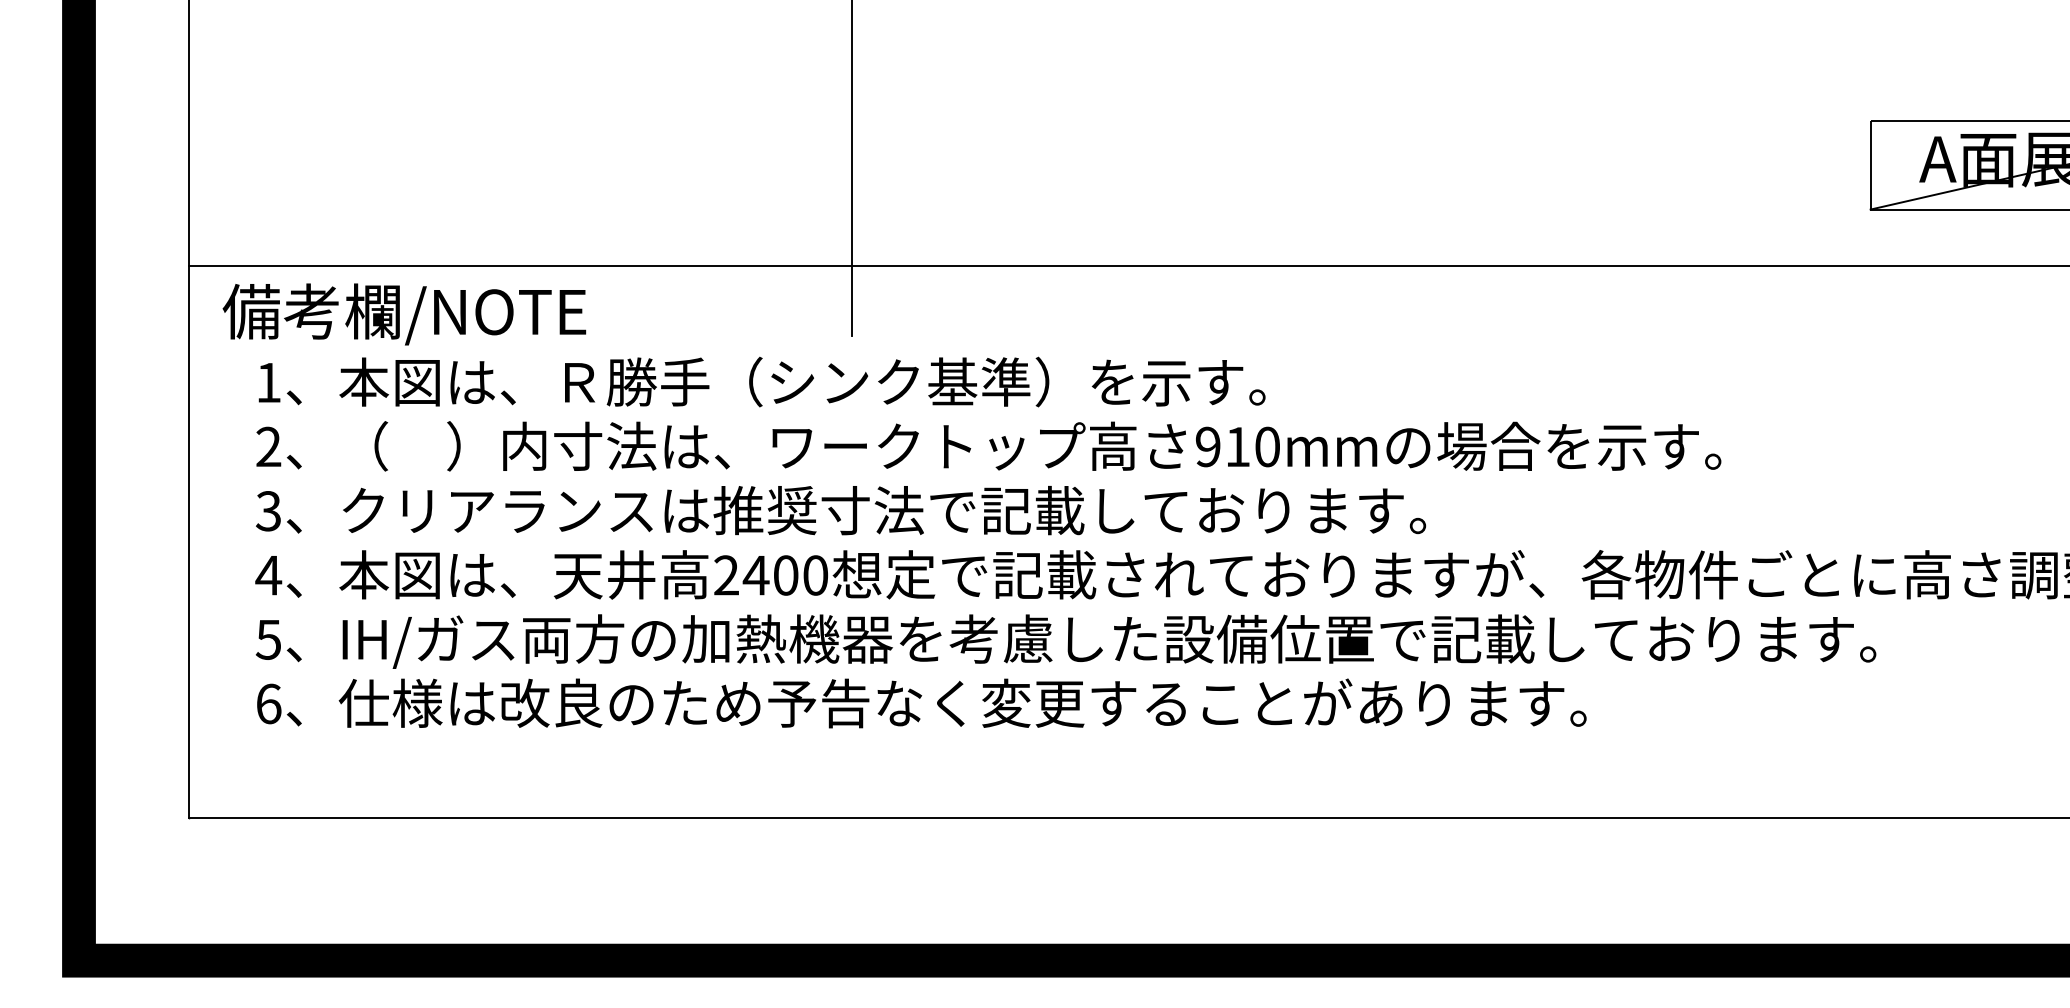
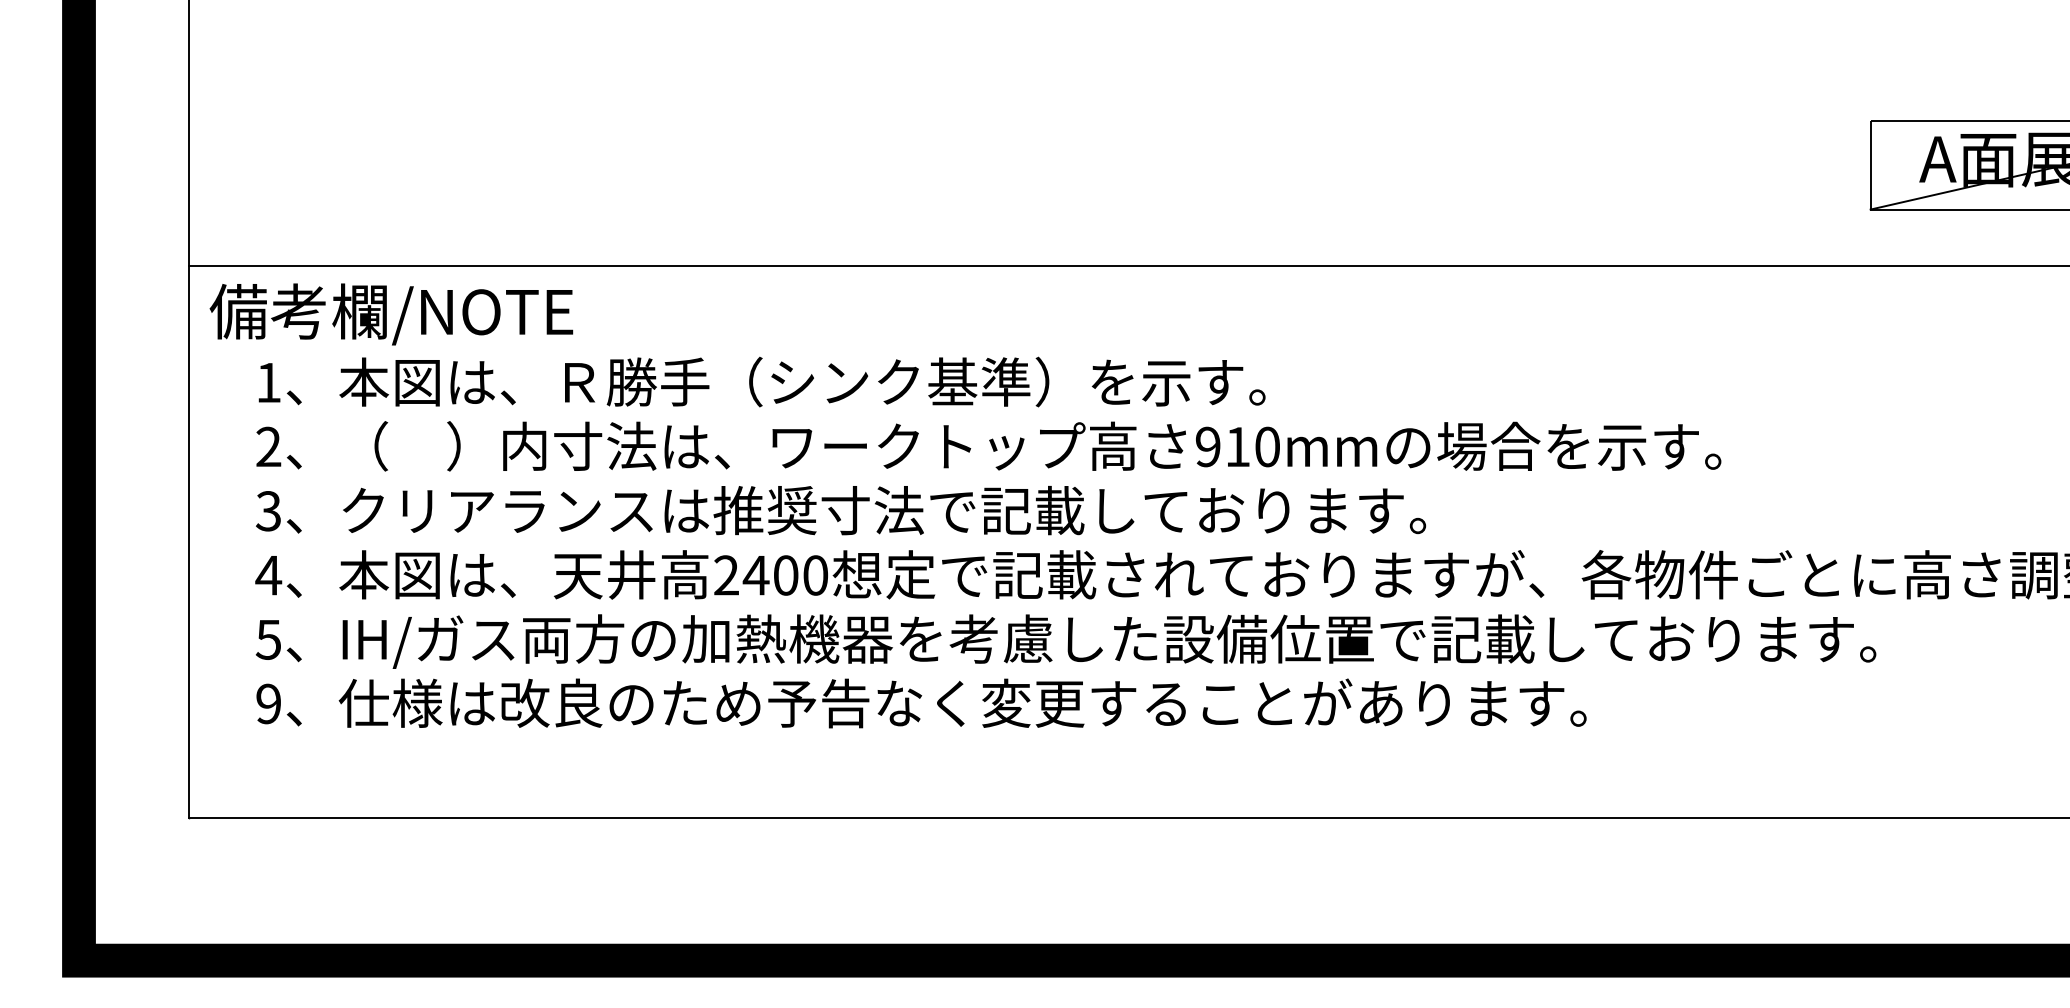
line at (852, 169): present -> none
text at (404, 314) position: (404, 314) -> (391, 314)
text at (268, 703): 6 -> 9
